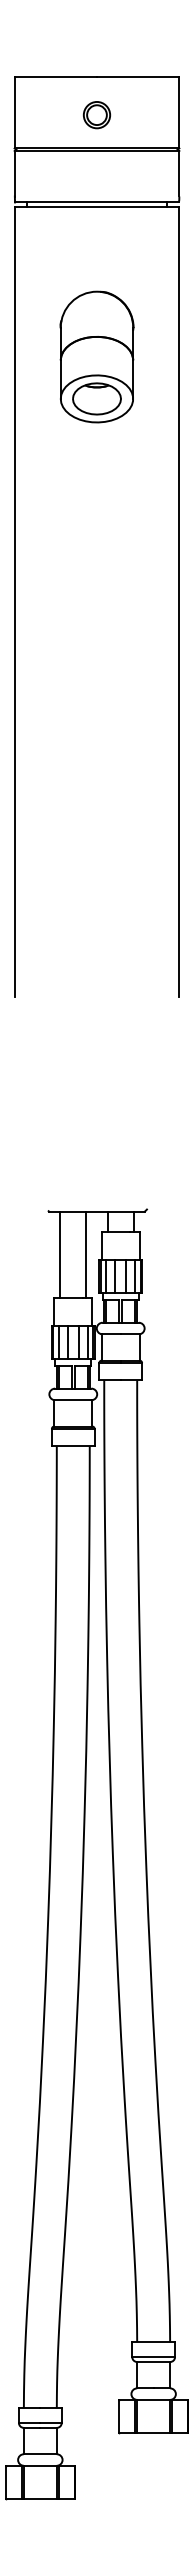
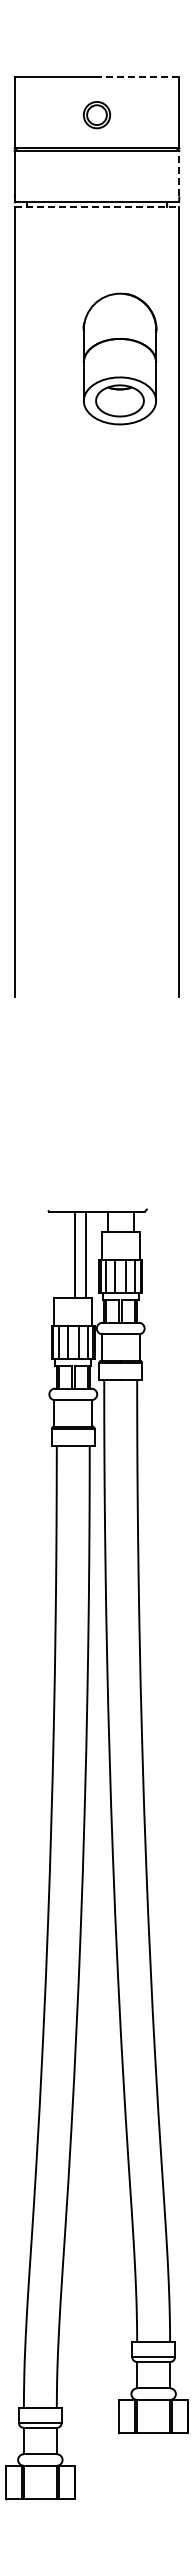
line at (137, 77): solid -> dashed
line at (179, 173): solid -> dashed
line at (97, 206): solid -> dashed
part at (96, 356) position: (96, 356) -> (119, 358)
line at (60, 1254) position: (60, 1254) -> (75, 1254)
